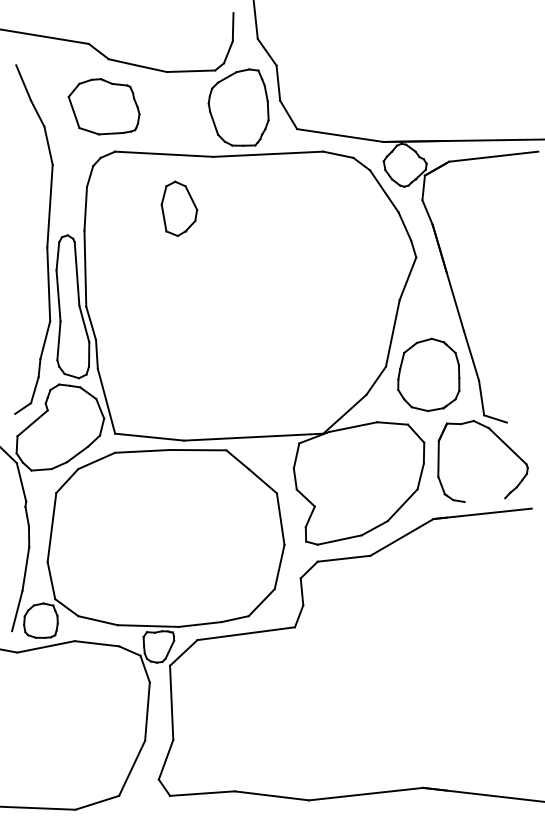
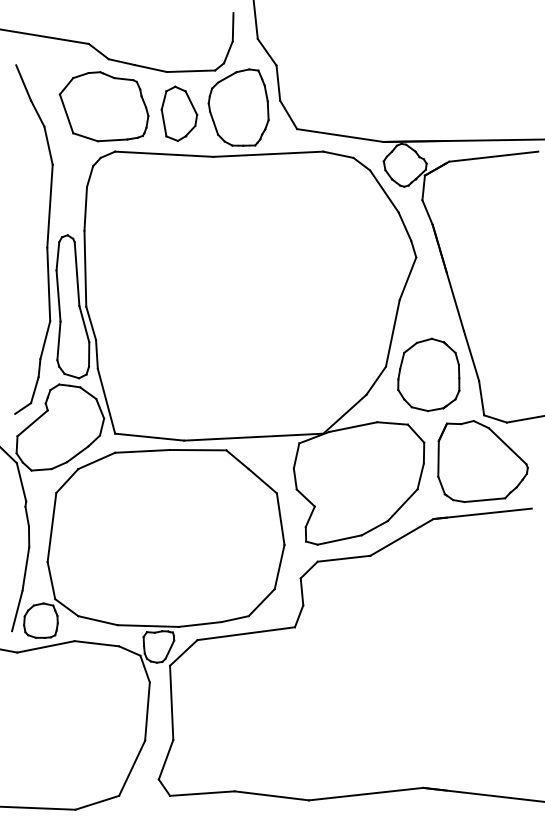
part at (103, 106) size: 74x58 px -> 92x72 px
part at (179, 208) position: (179, 208) -> (179, 113)
line at (523, 419): none -> present
line at (484, 500): none -> present
